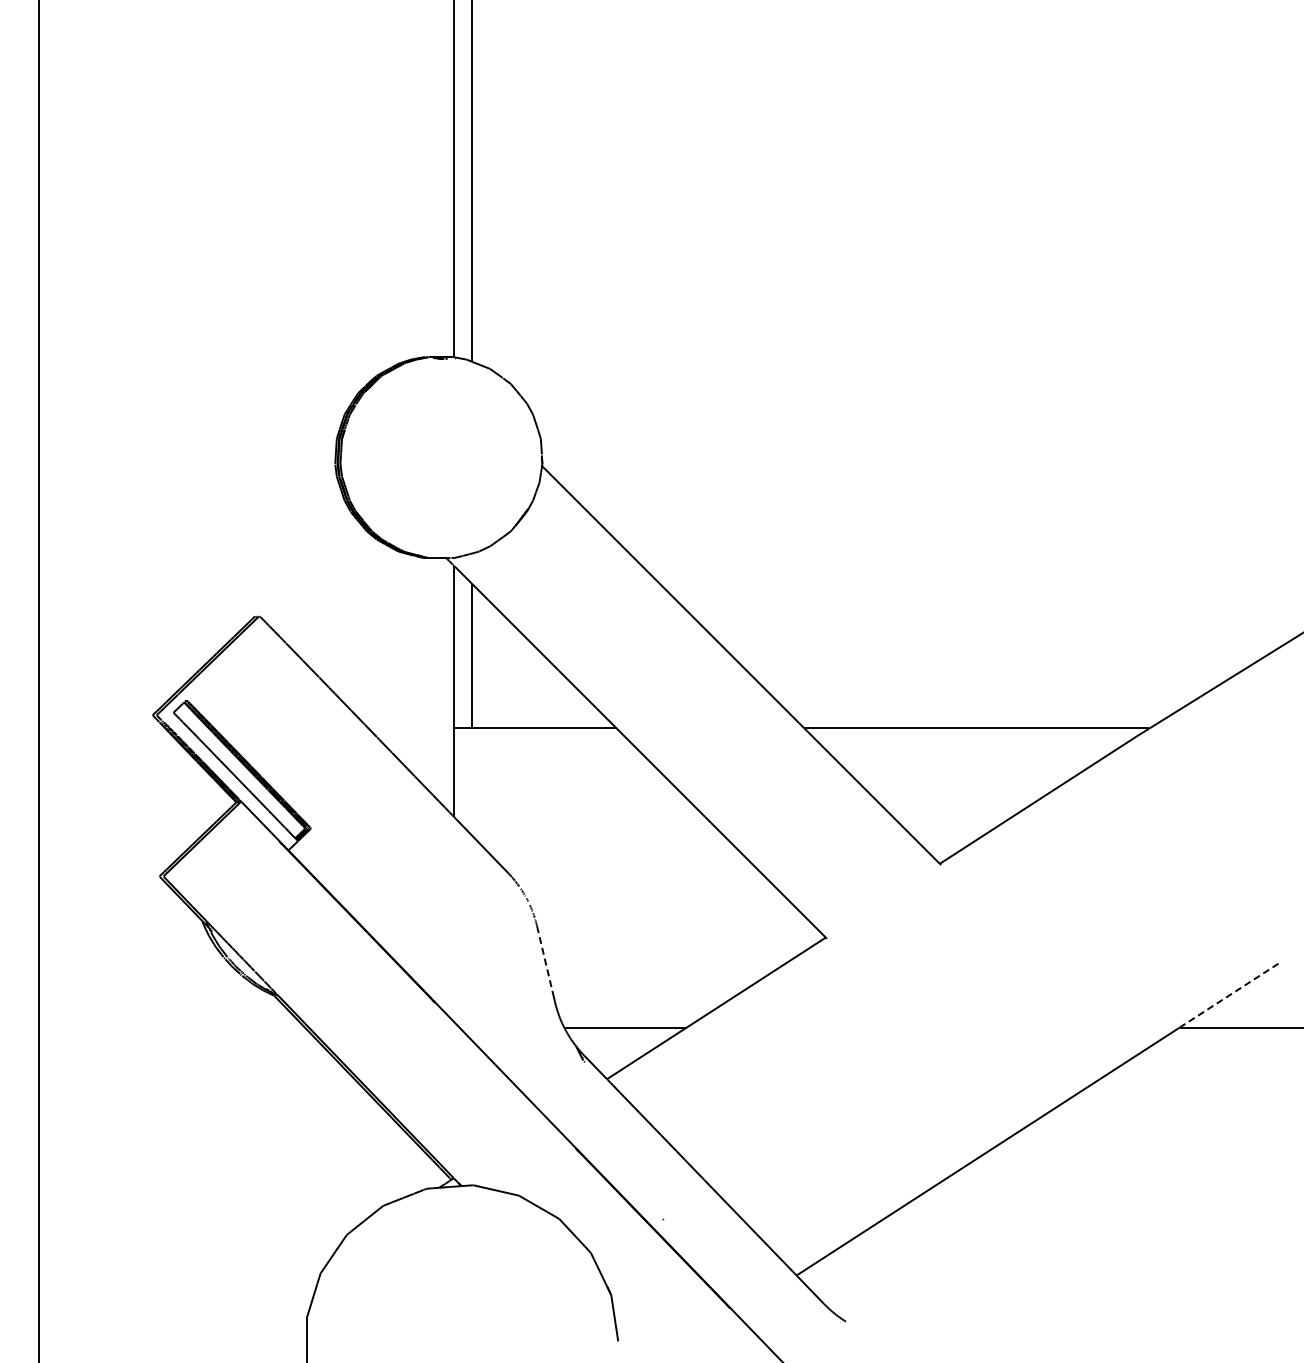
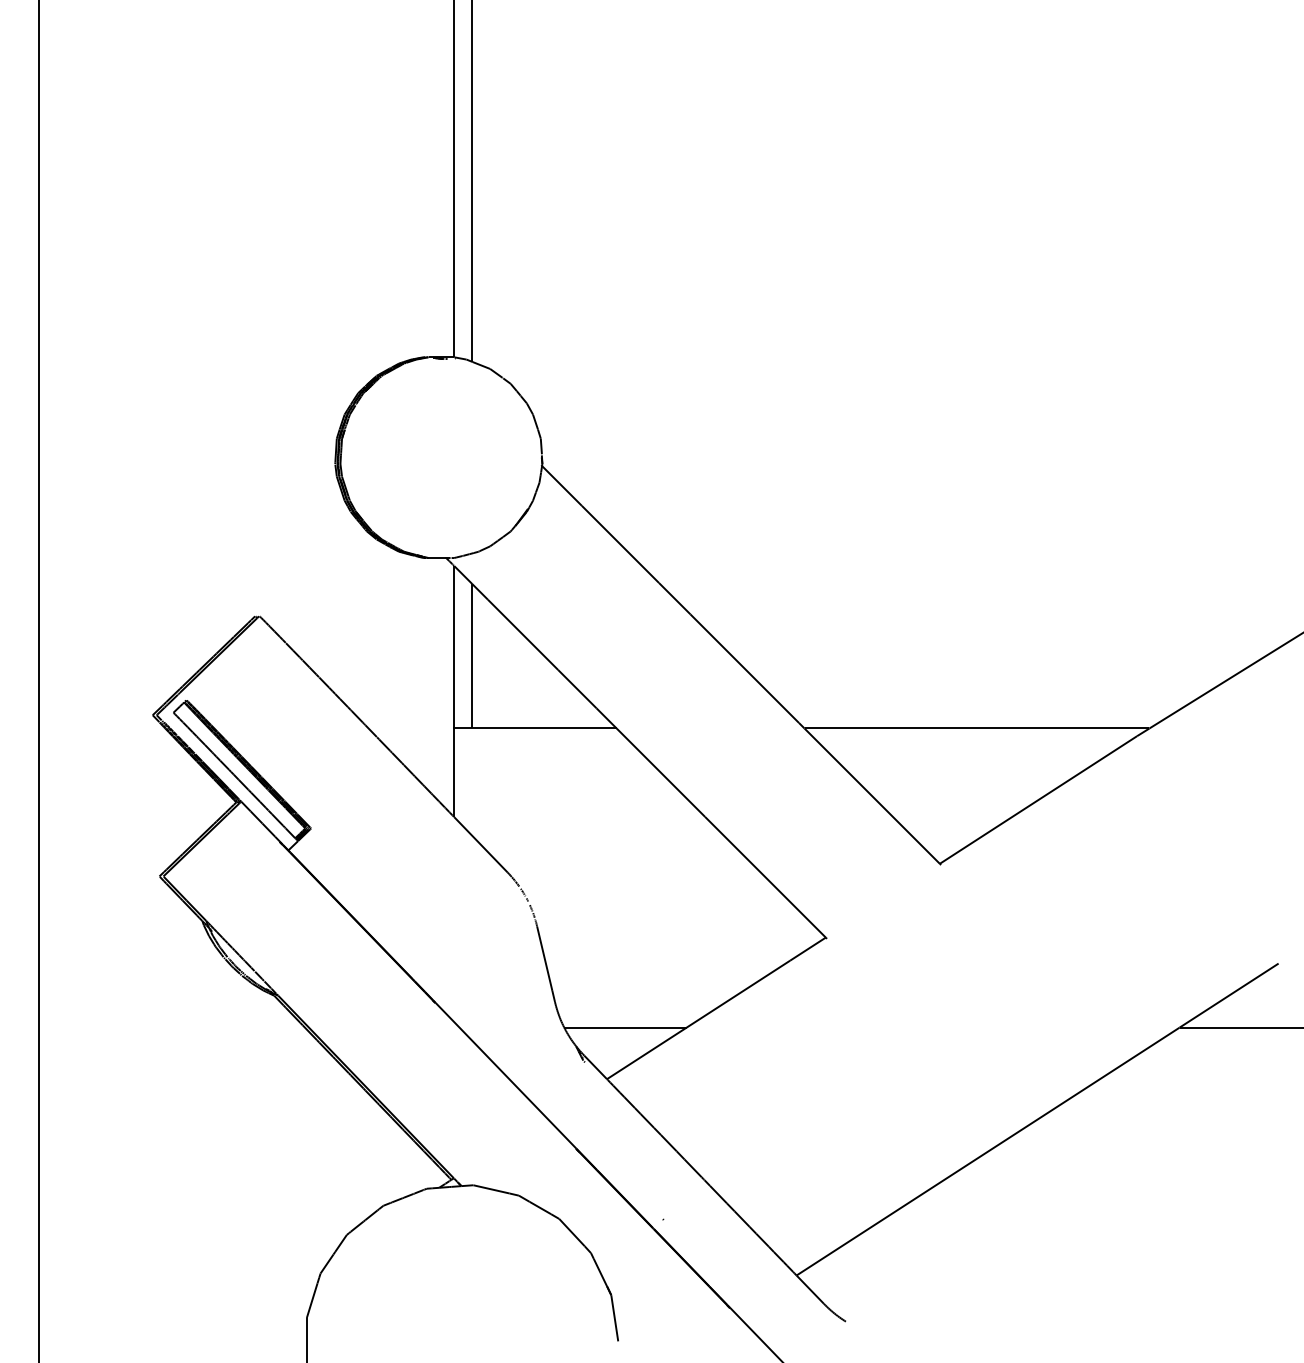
line at (544, 959): dashed -> solid
line at (1229, 995): dashed -> solid
